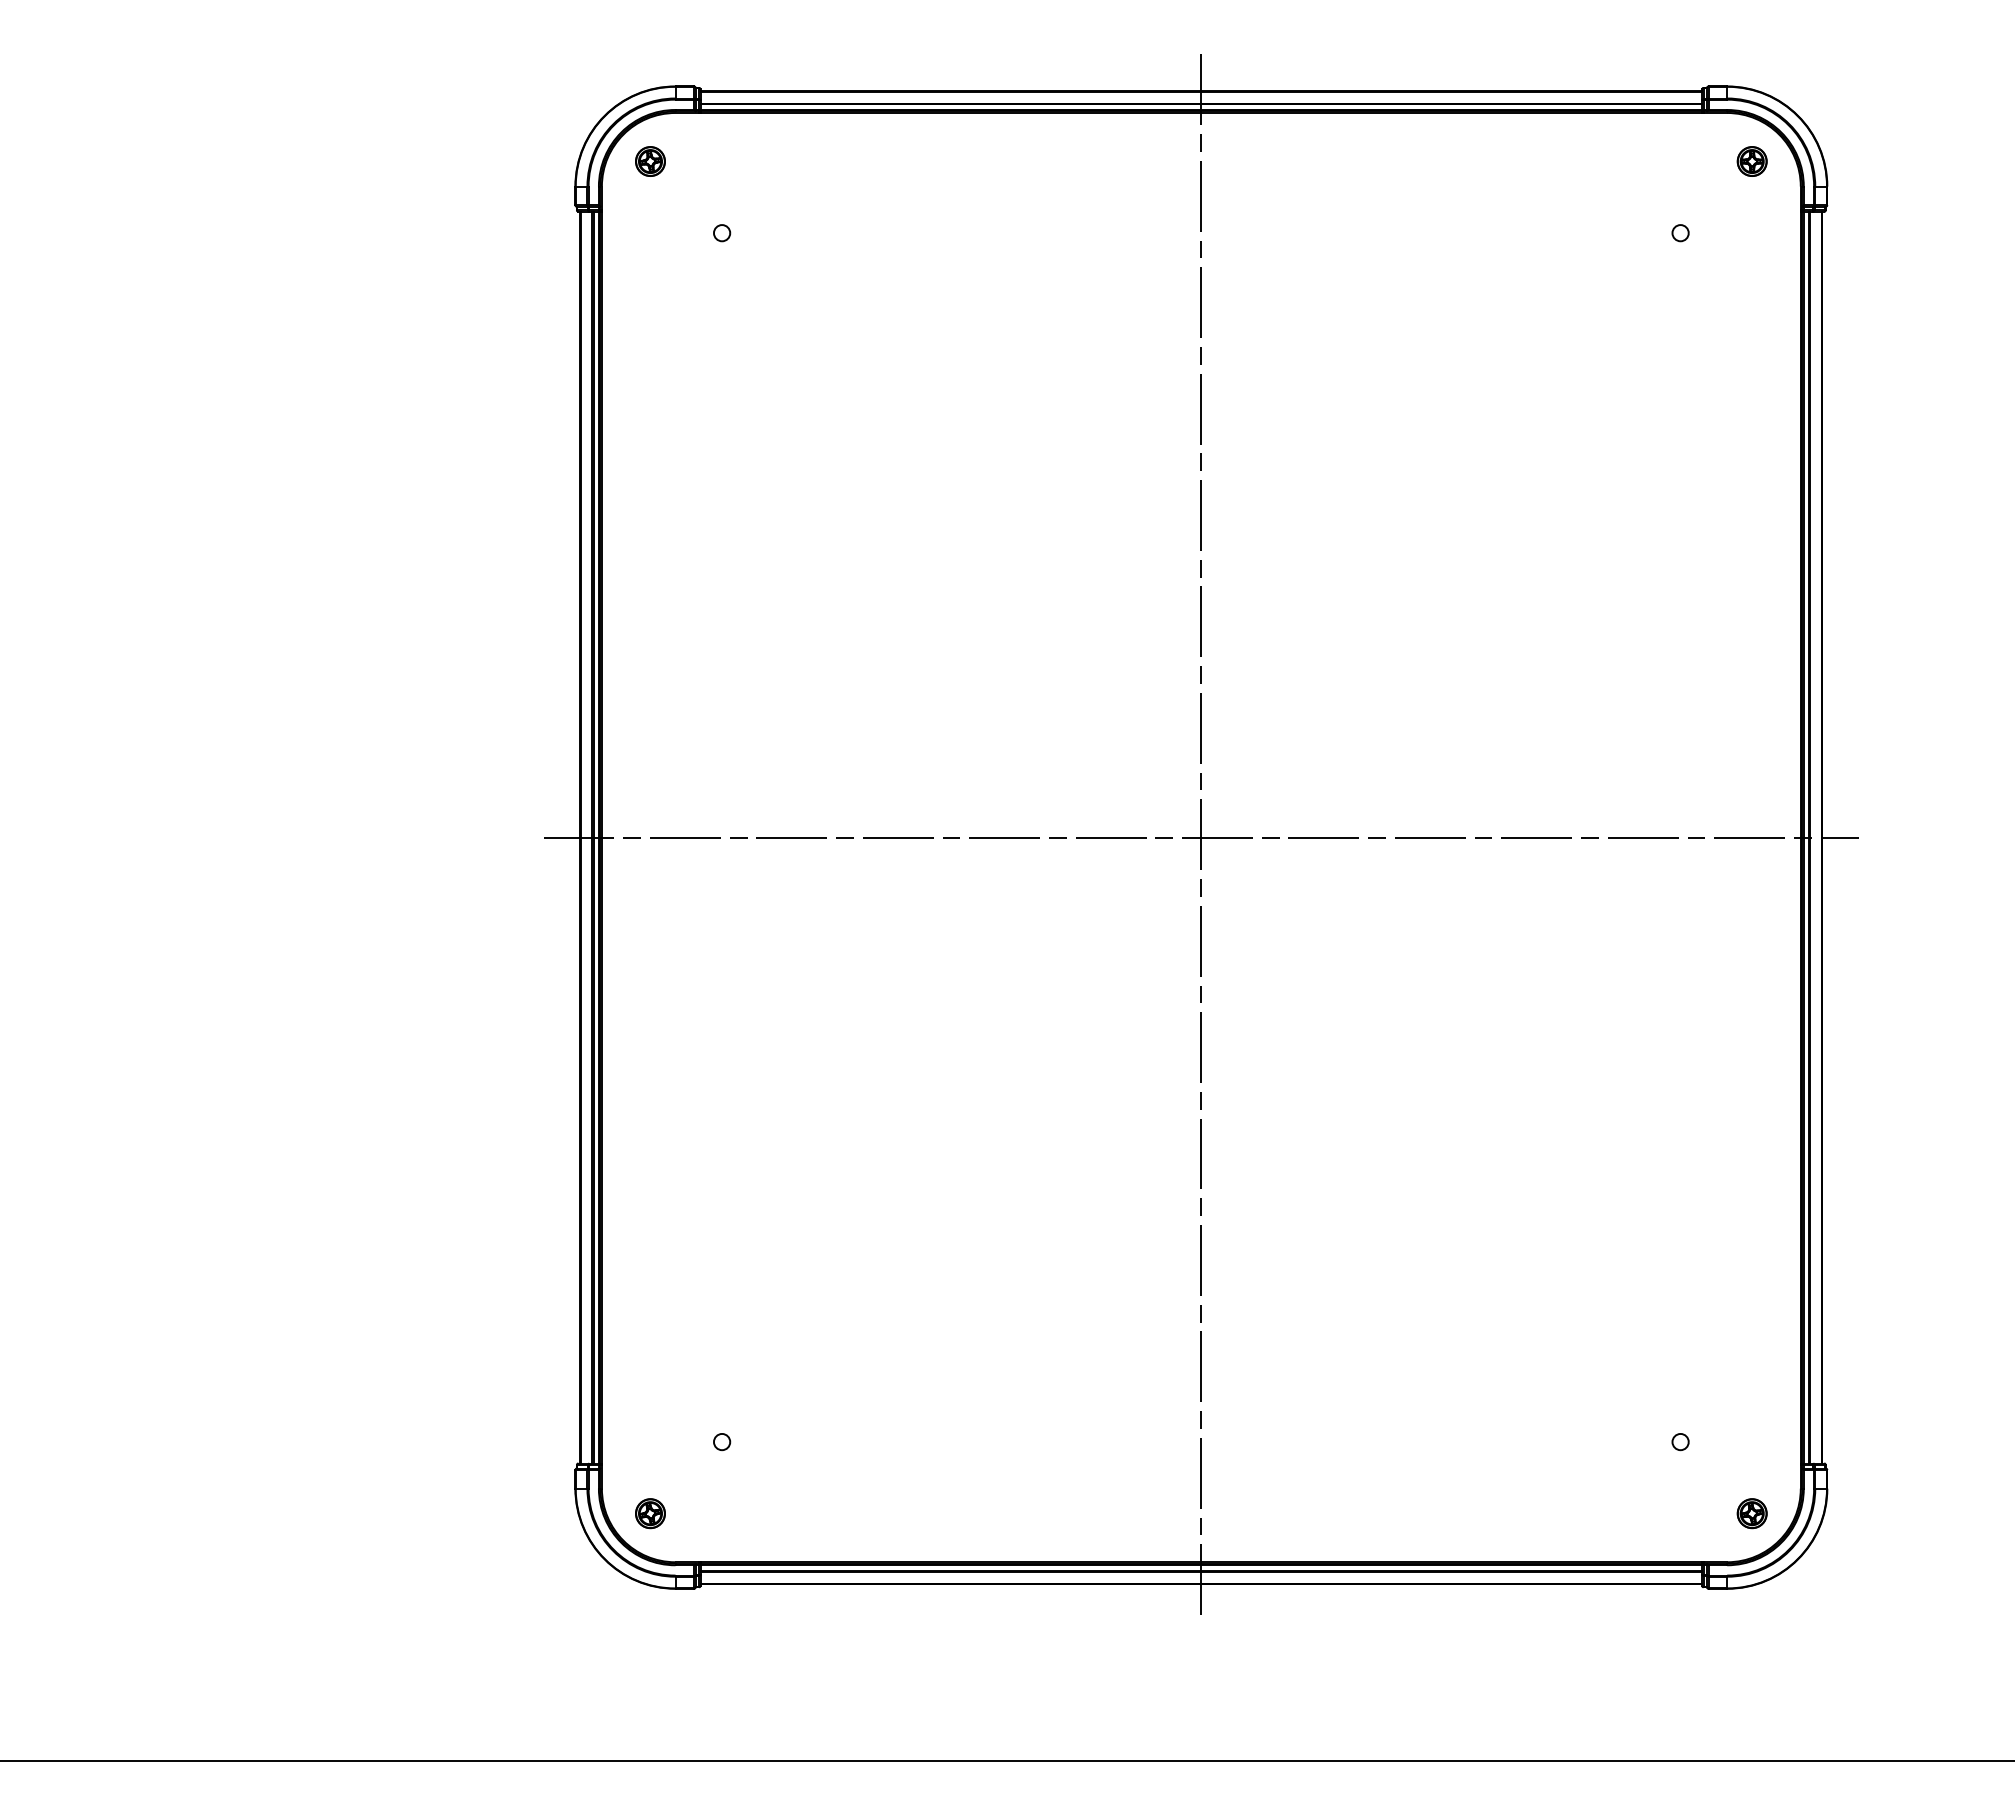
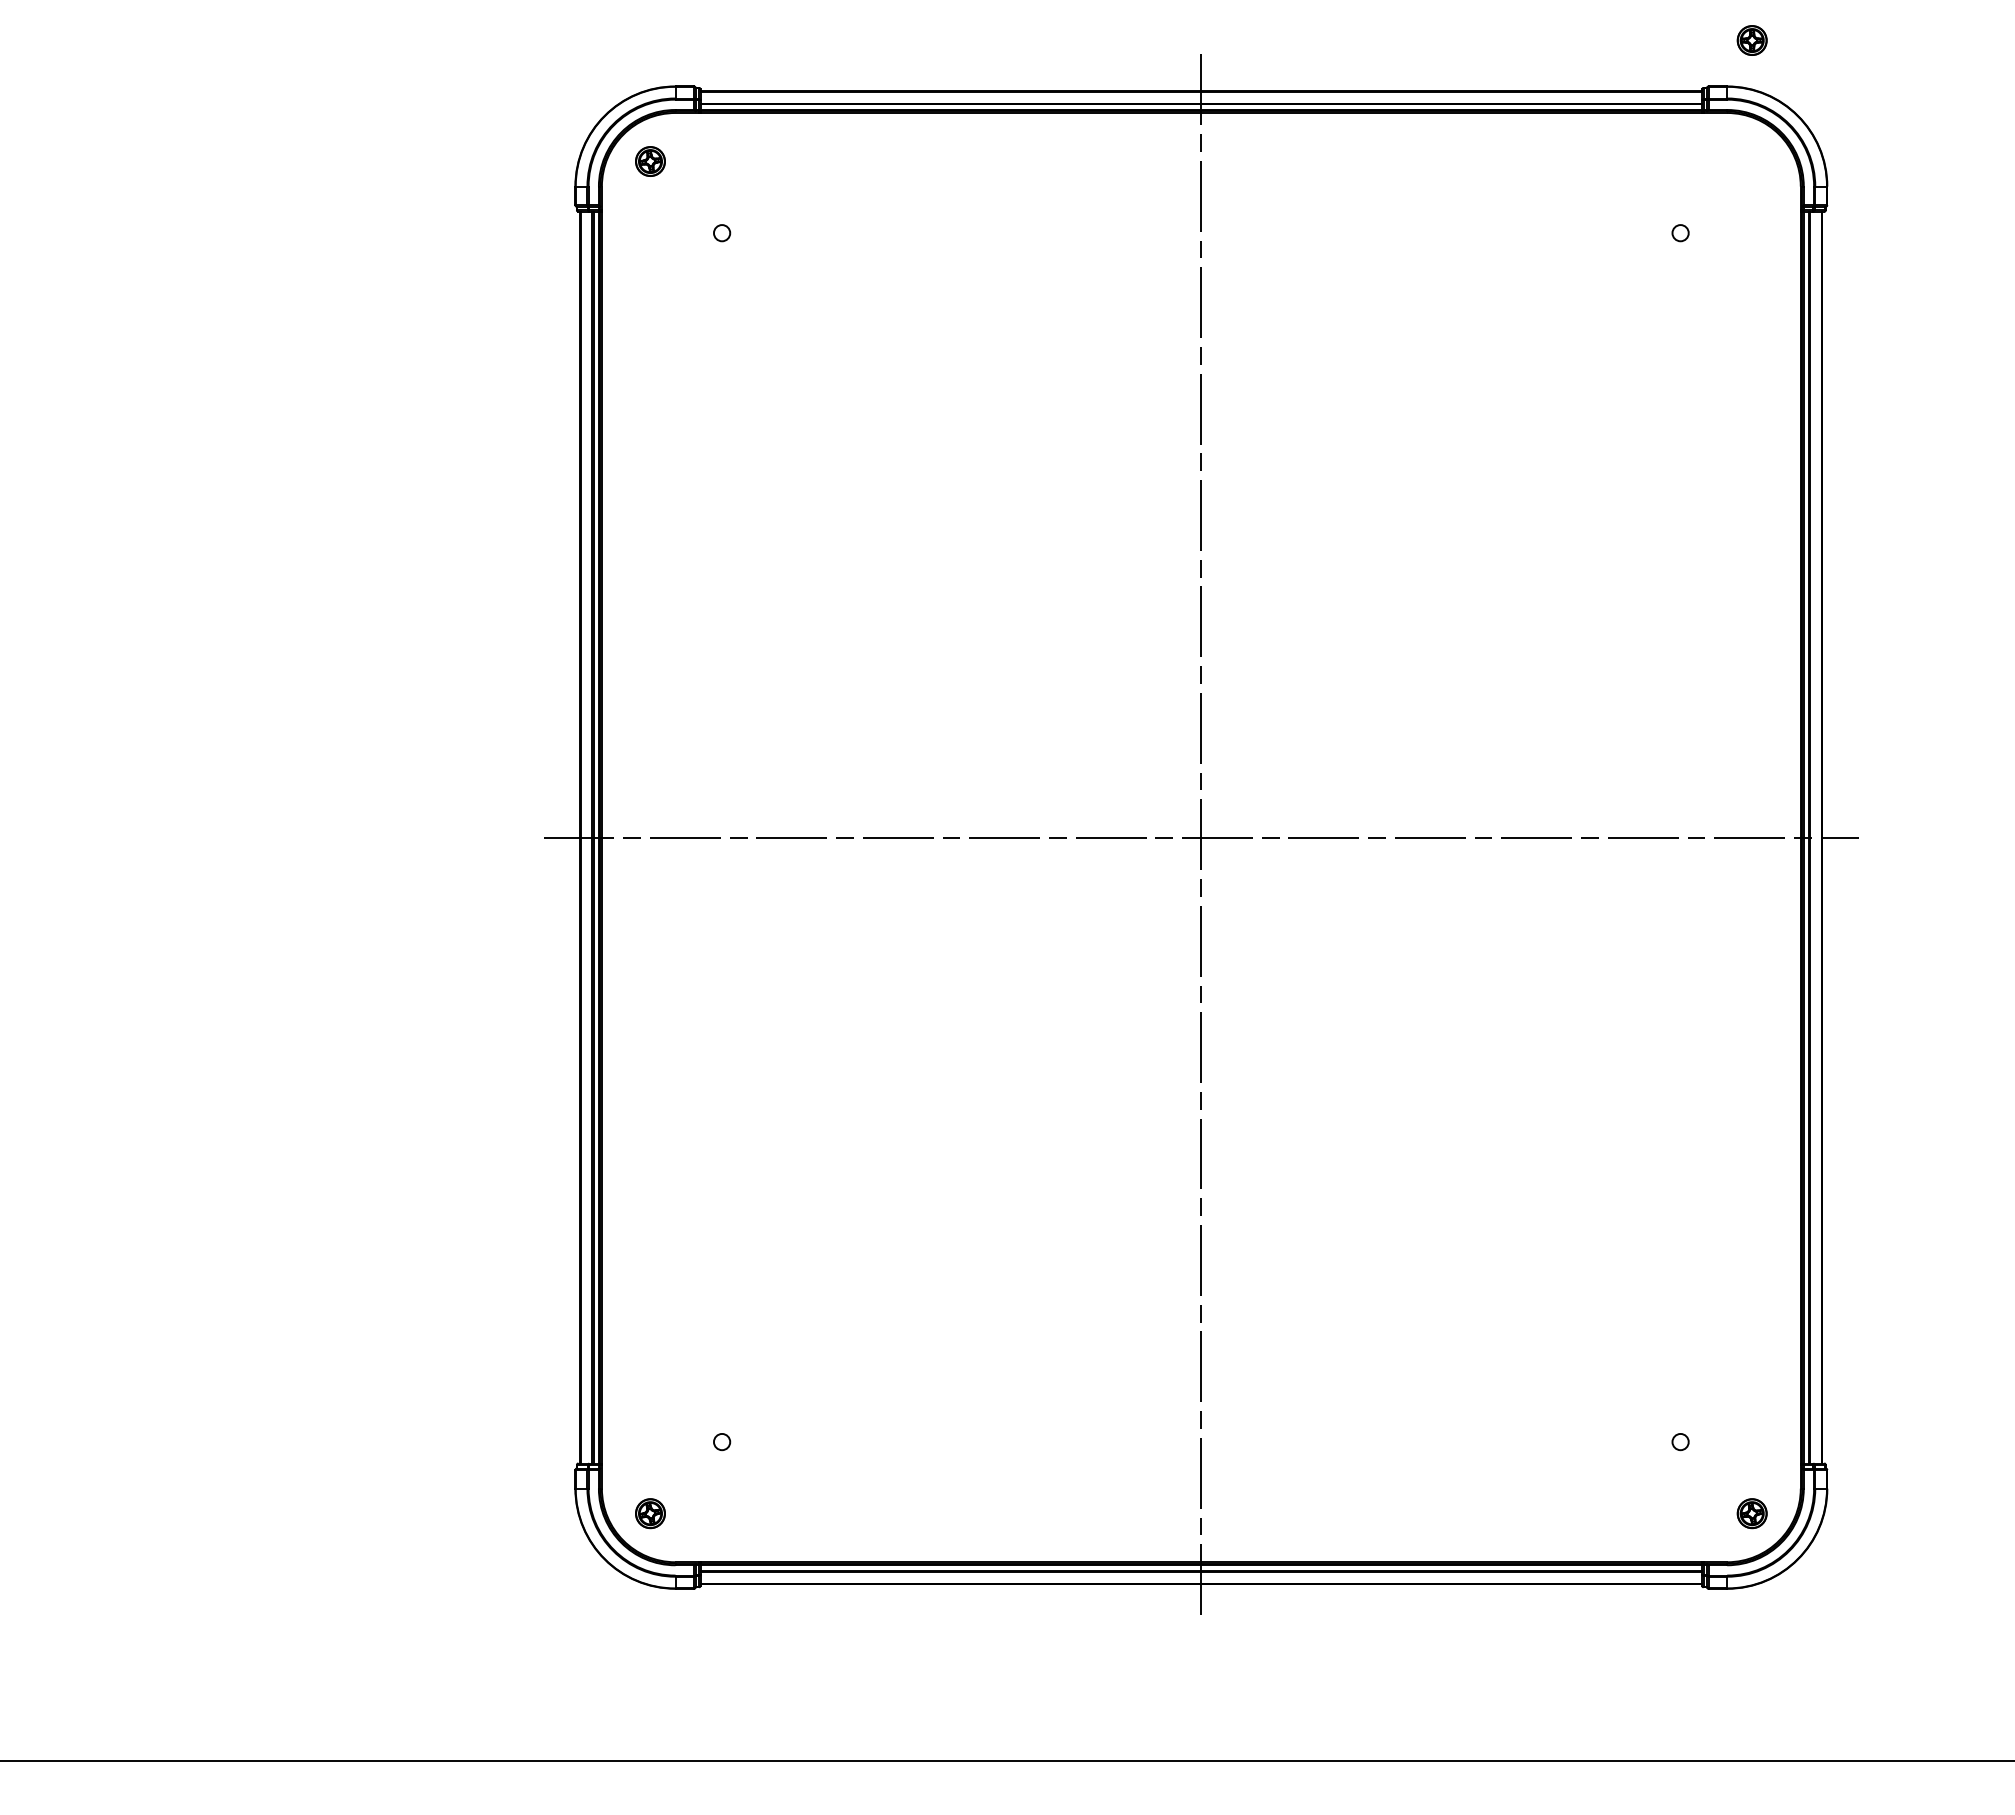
part at (1751, 161) position: (1751, 161) -> (1751, 40)
